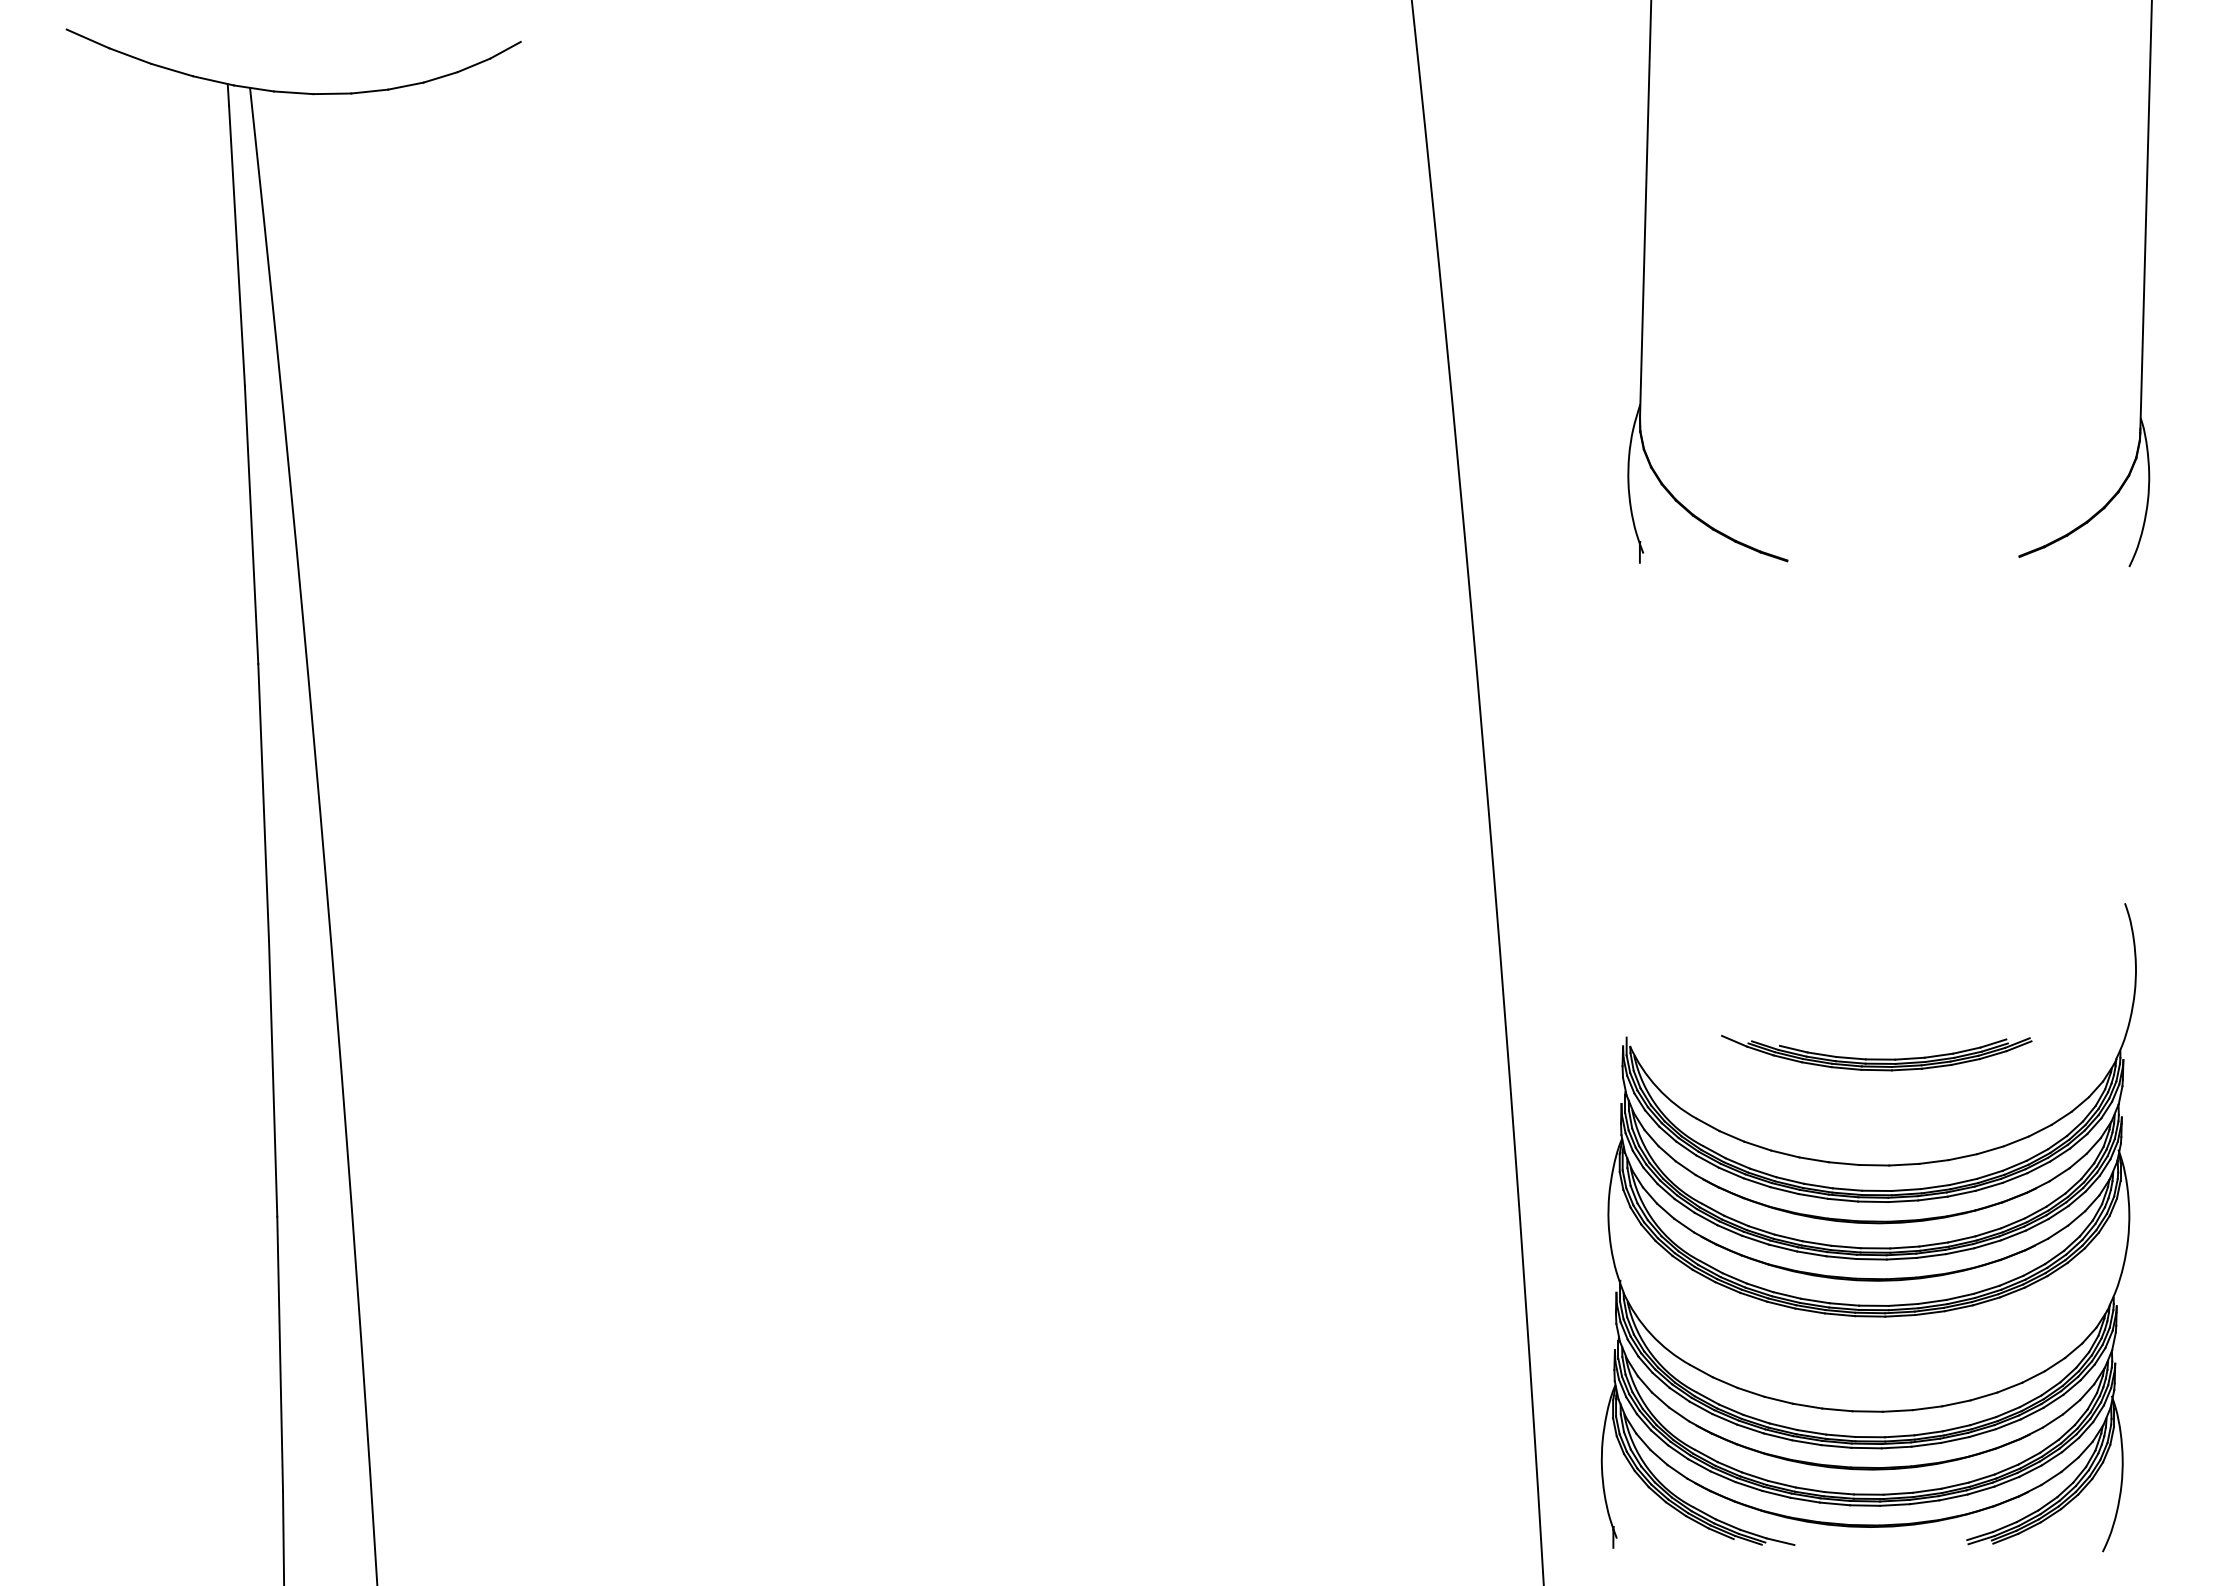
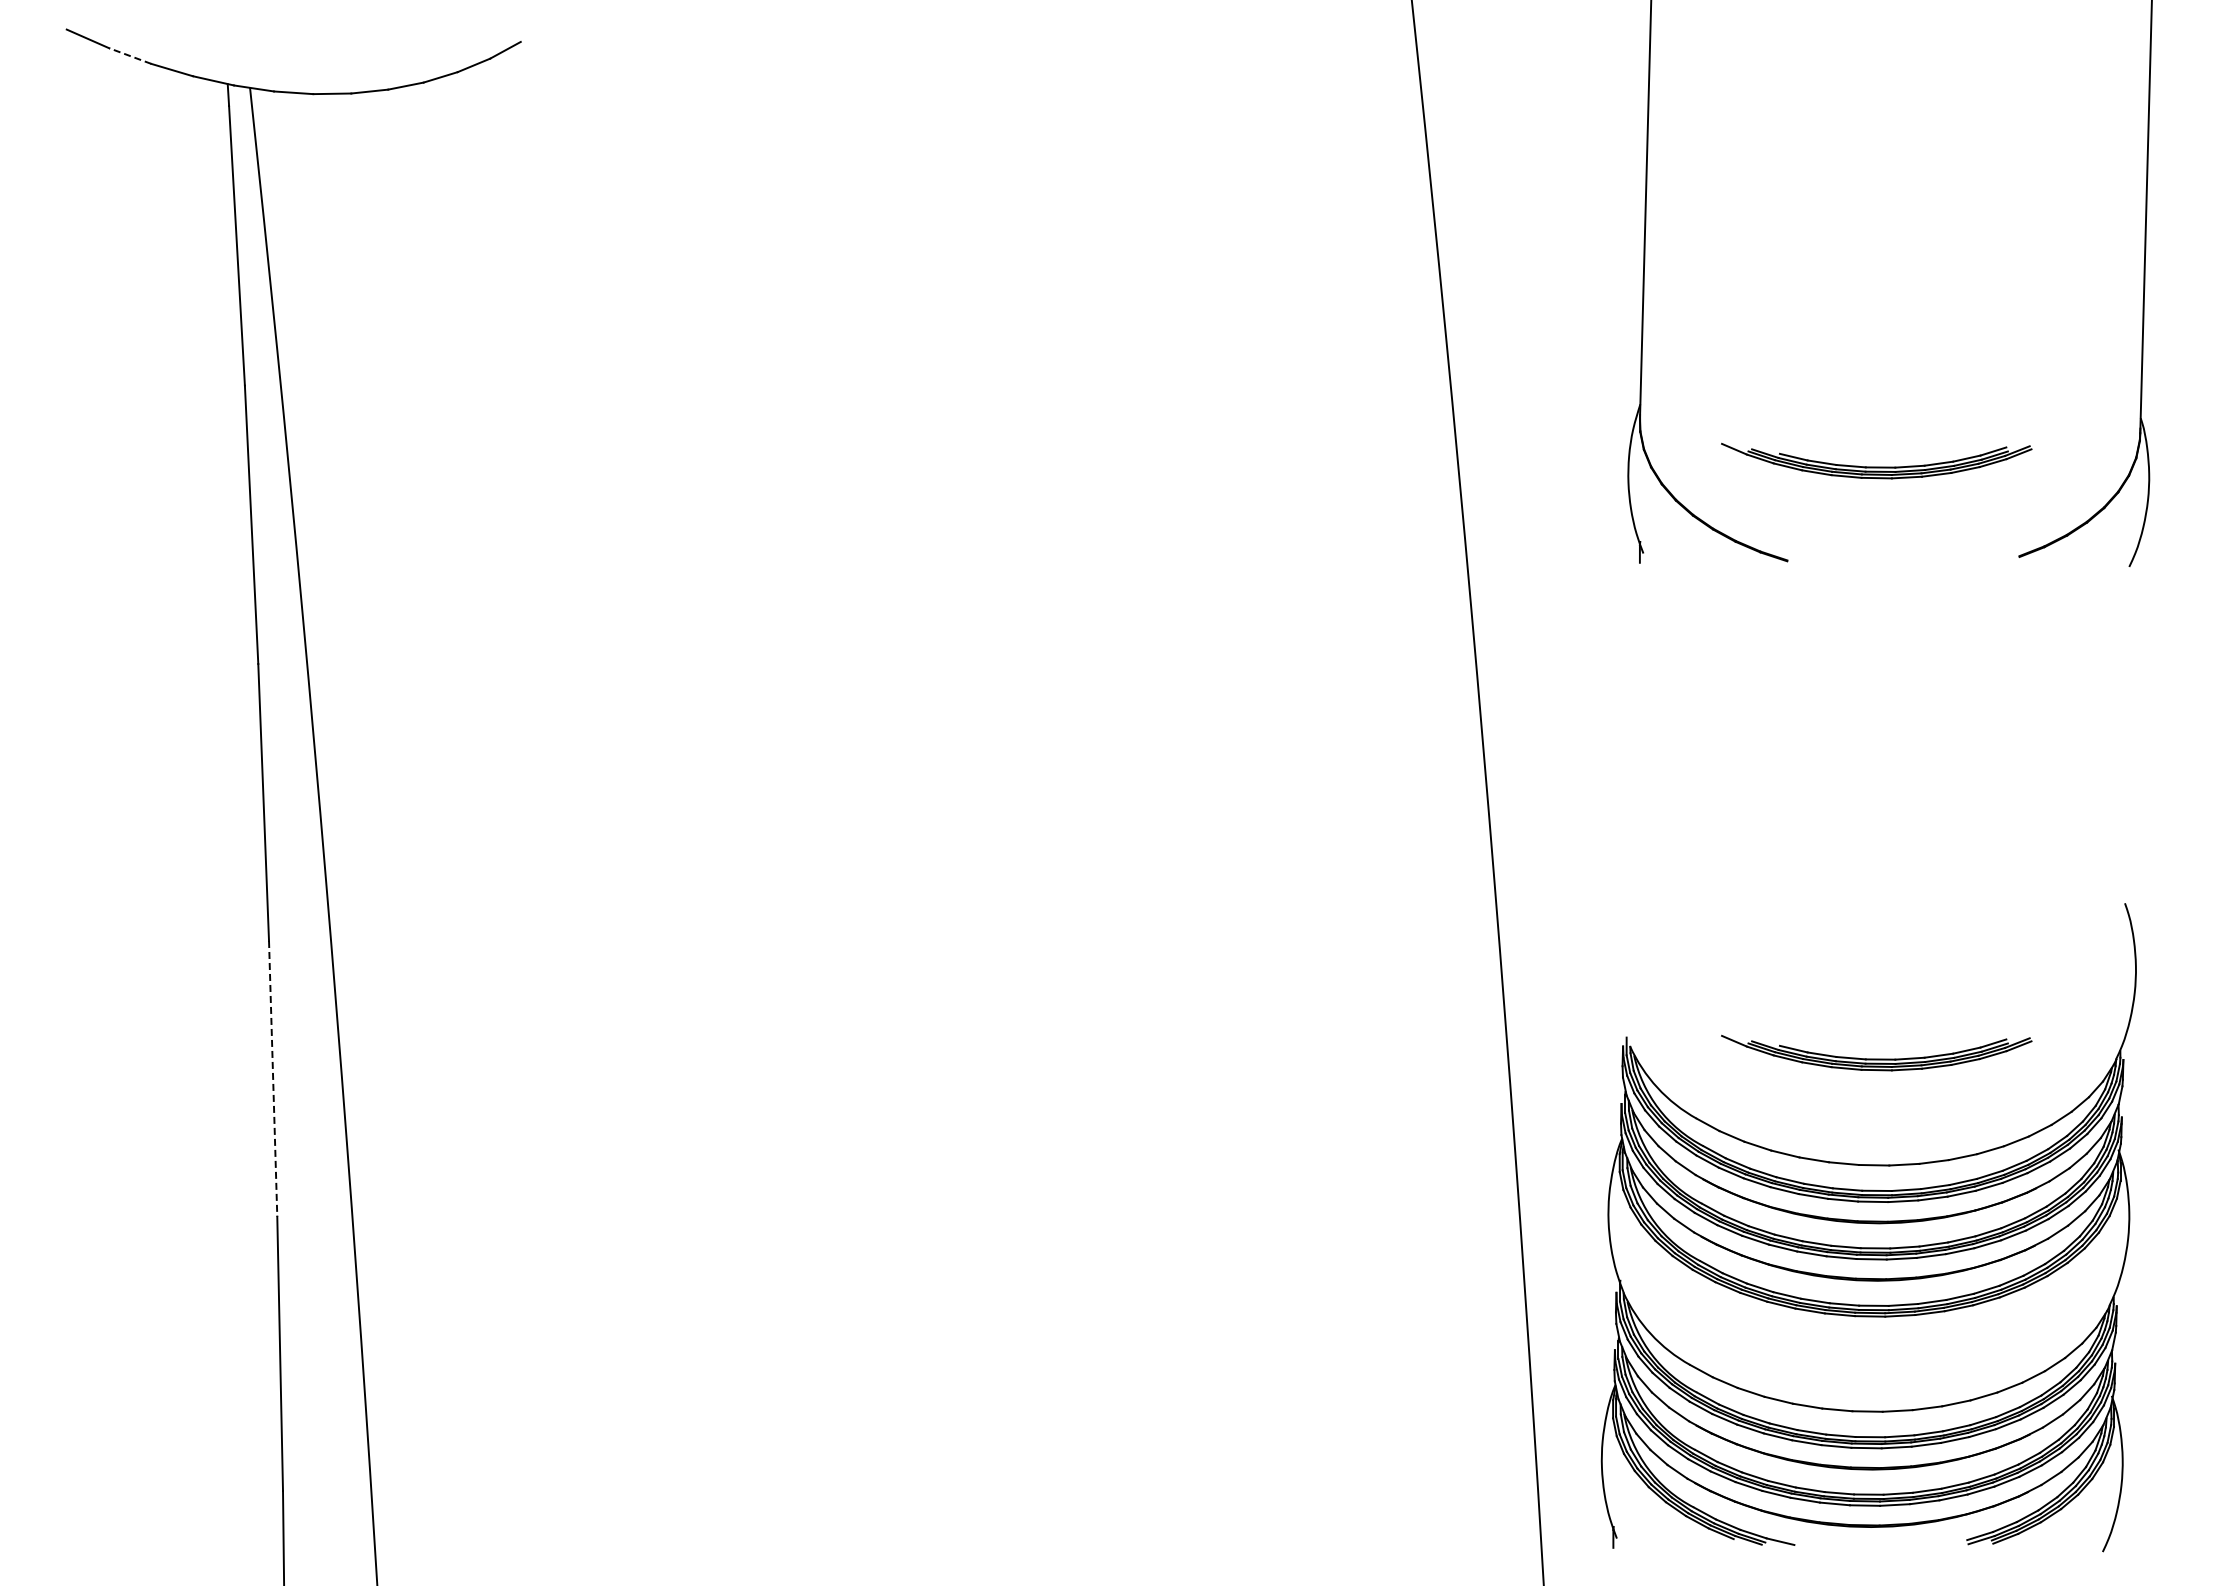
line at (129, 55): solid -> dashed
part at (1876, 460): none -> present
line at (273, 1078): solid -> dashed
